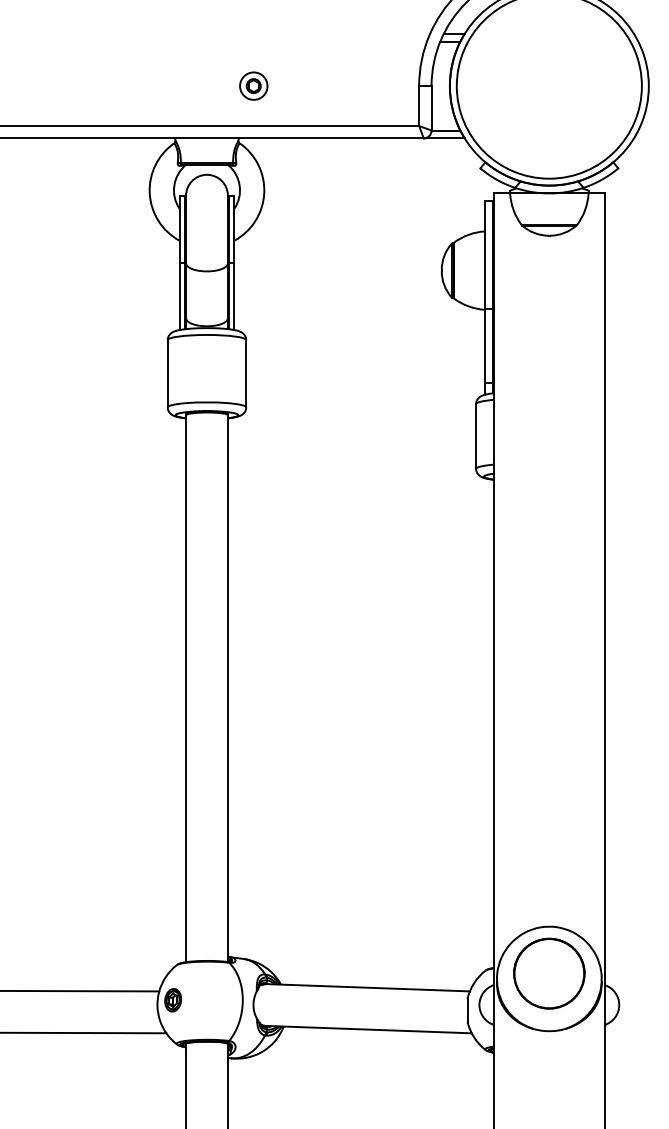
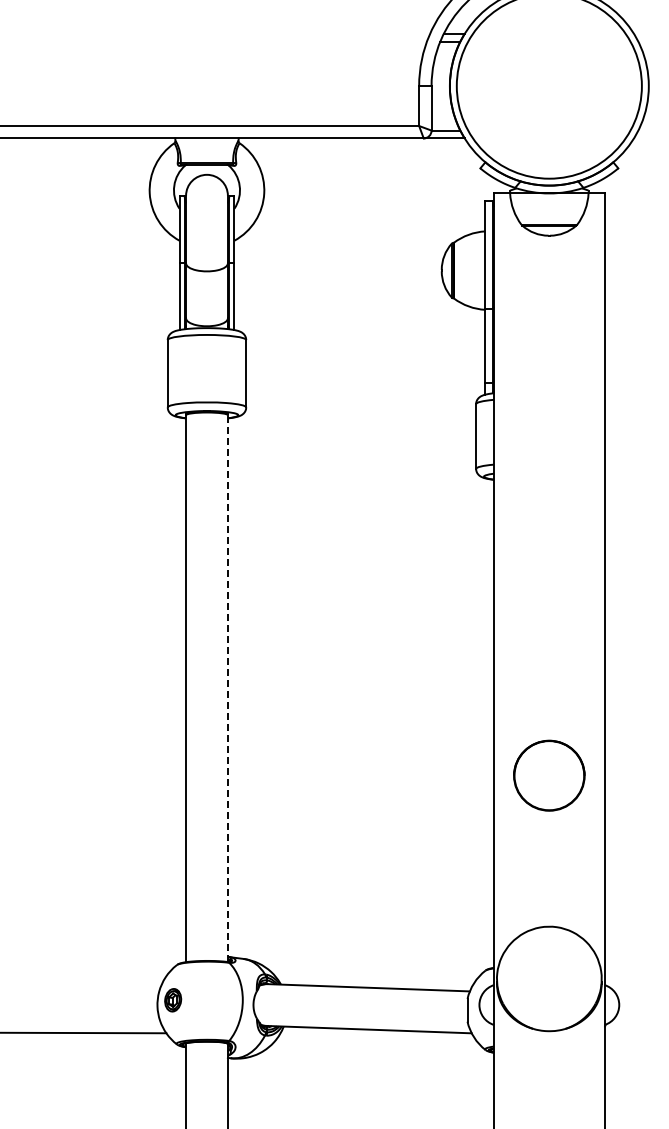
part at (253, 85): present -> none
line at (227, 688): solid -> dashed
part at (549, 973) position: (549, 973) -> (549, 775)
line at (80, 990): present -> none
